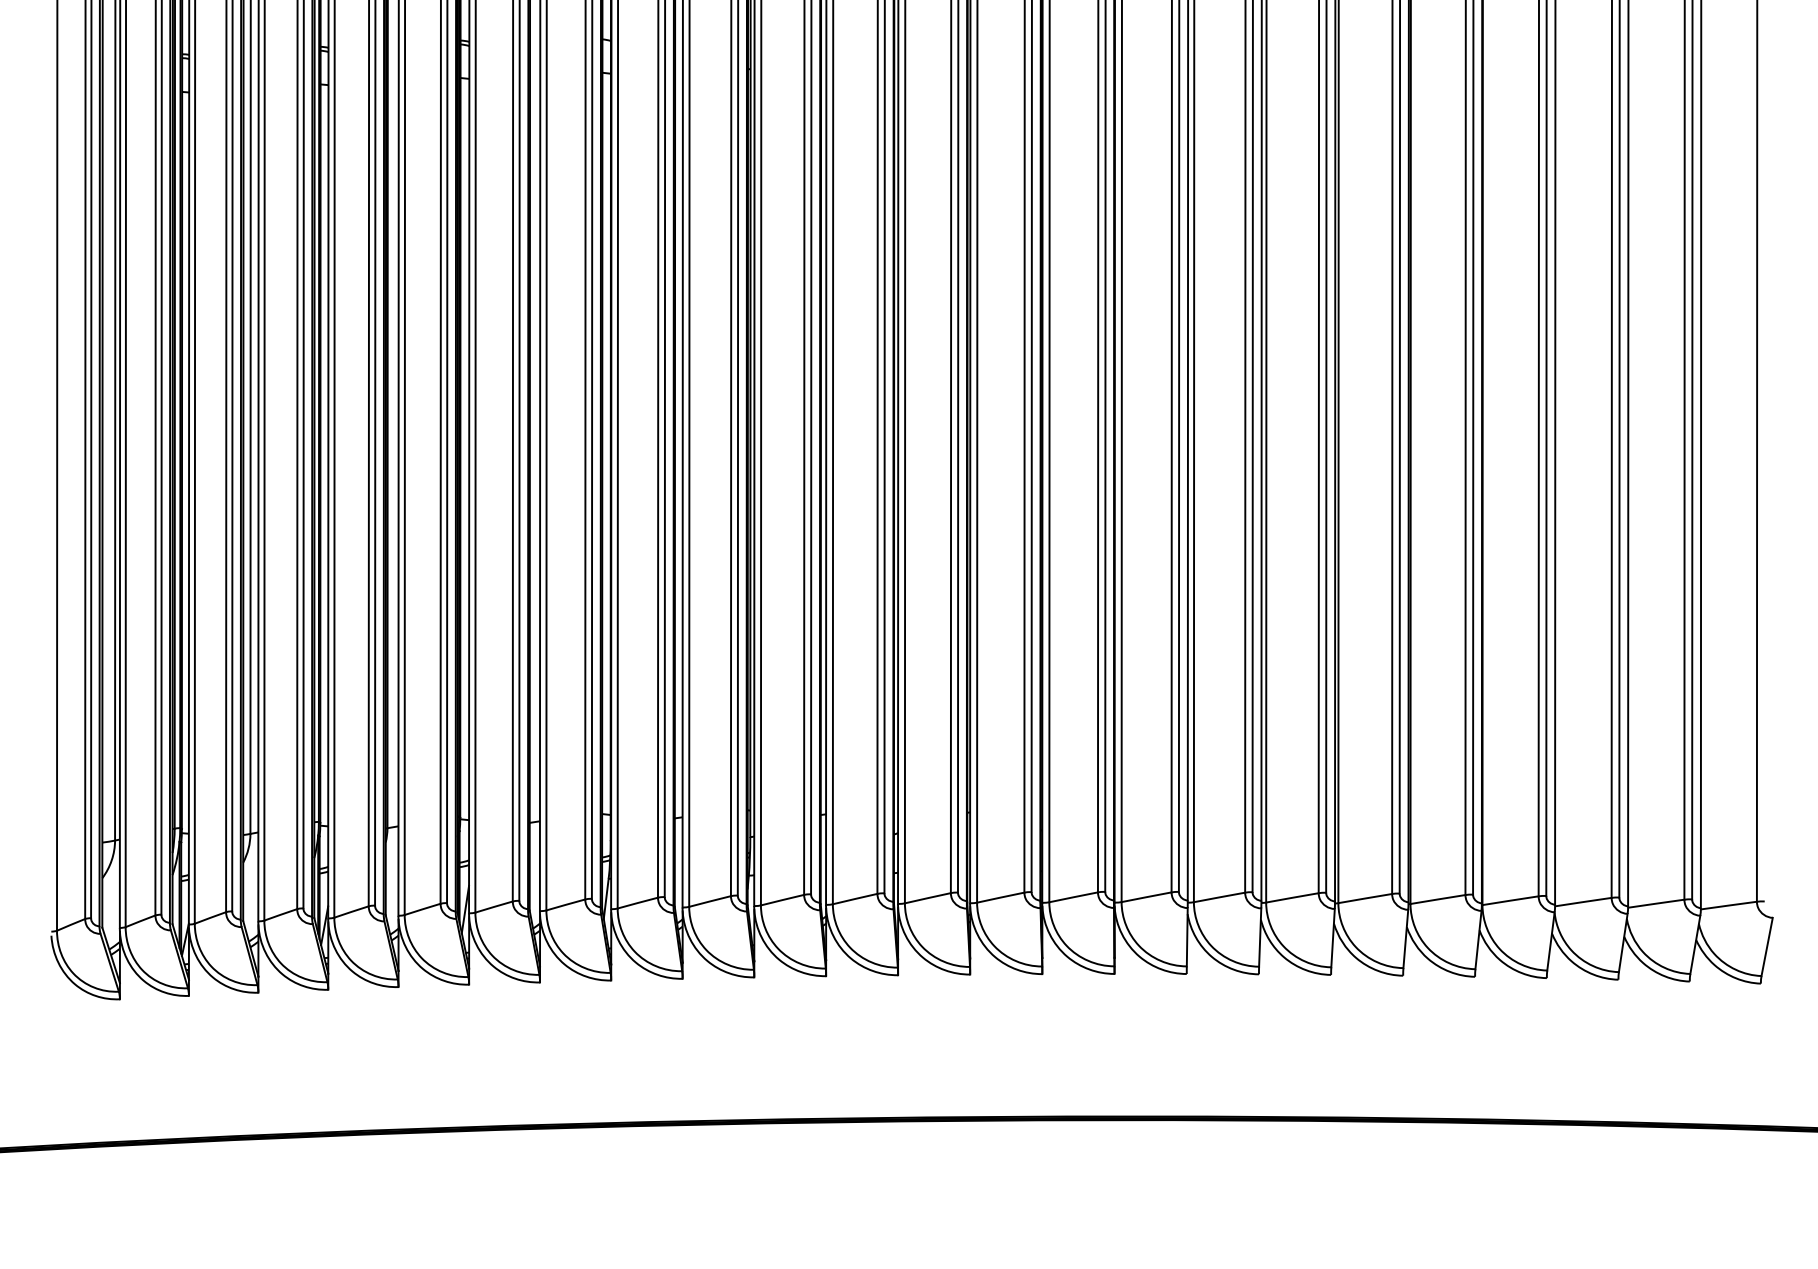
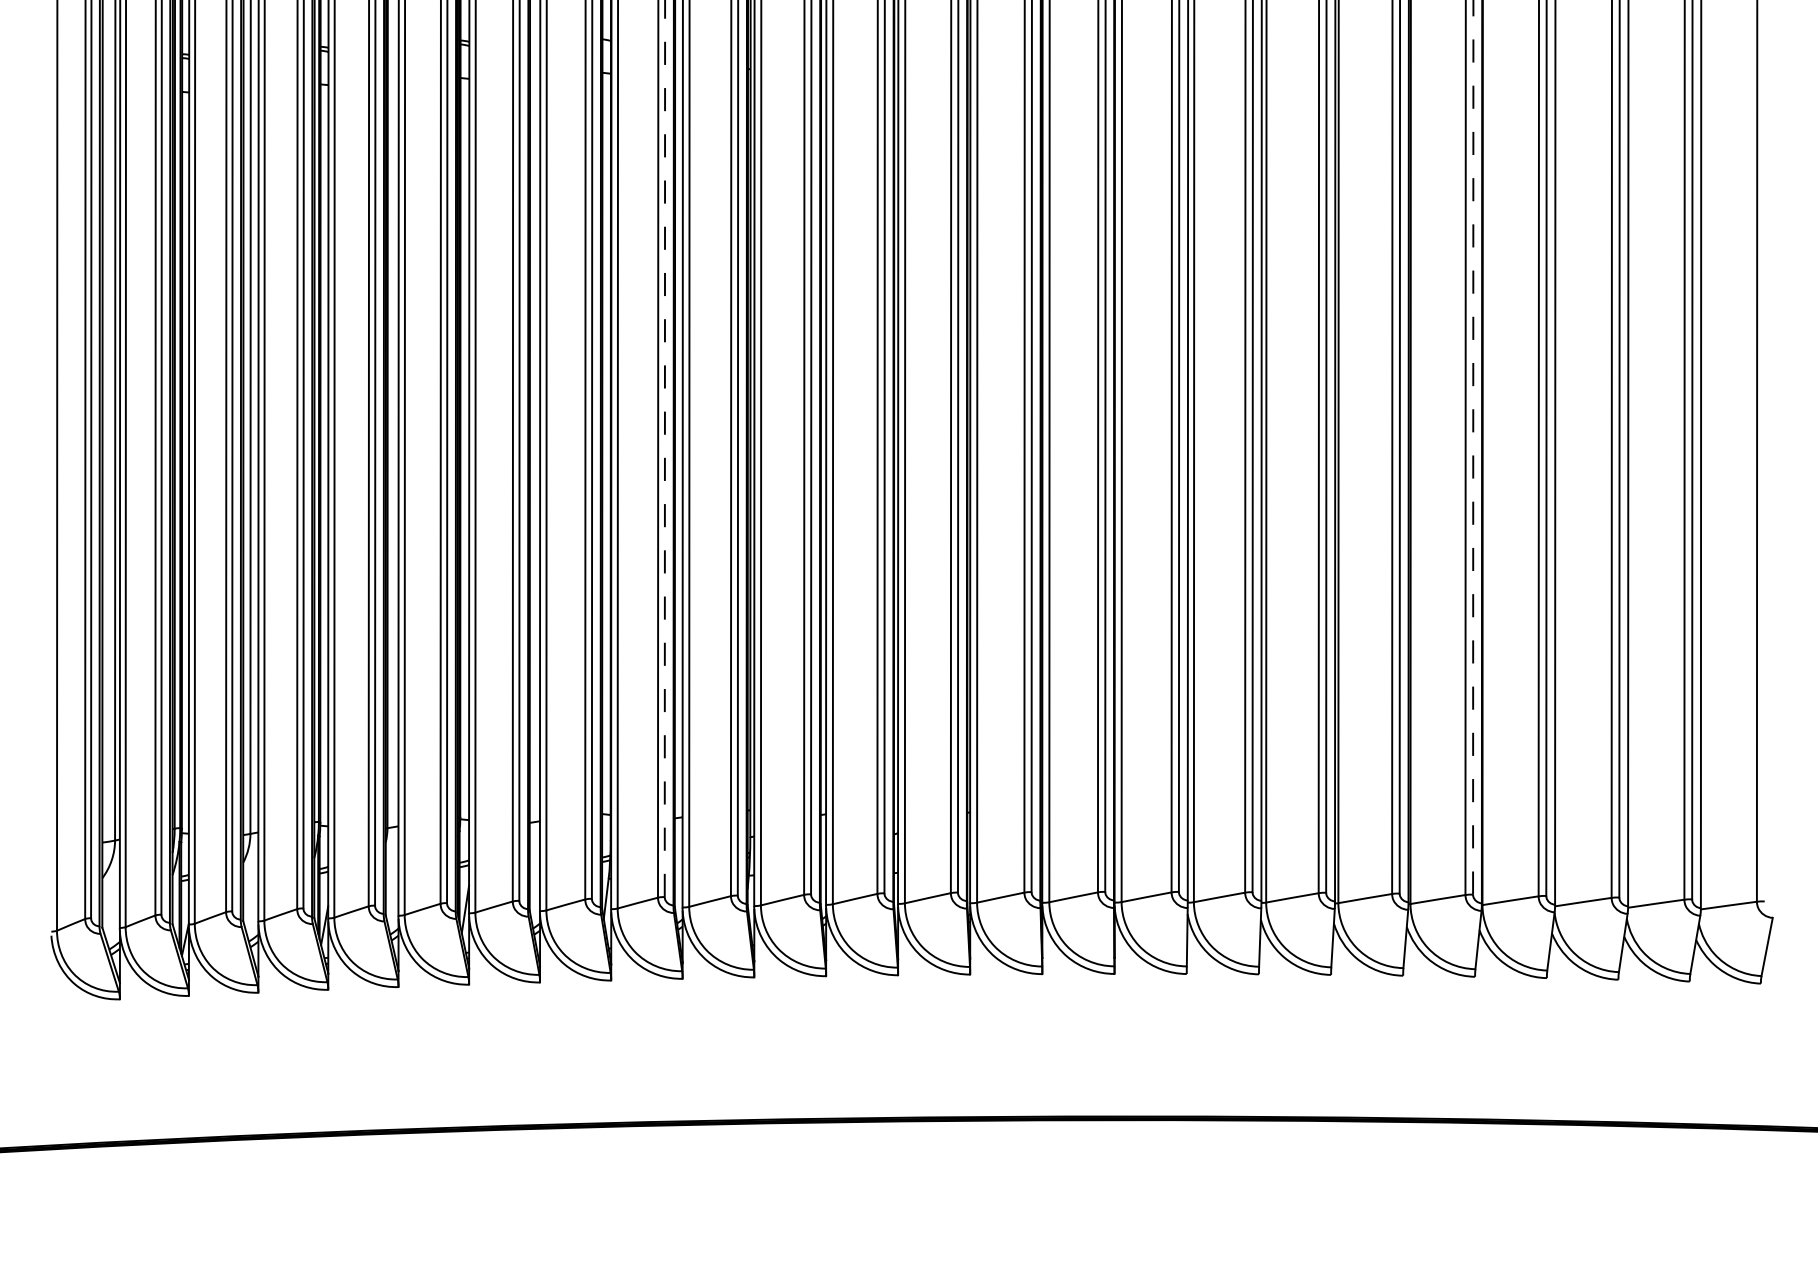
line at (1473, 446): solid -> dashed
line at (664, 448): solid -> dashed
